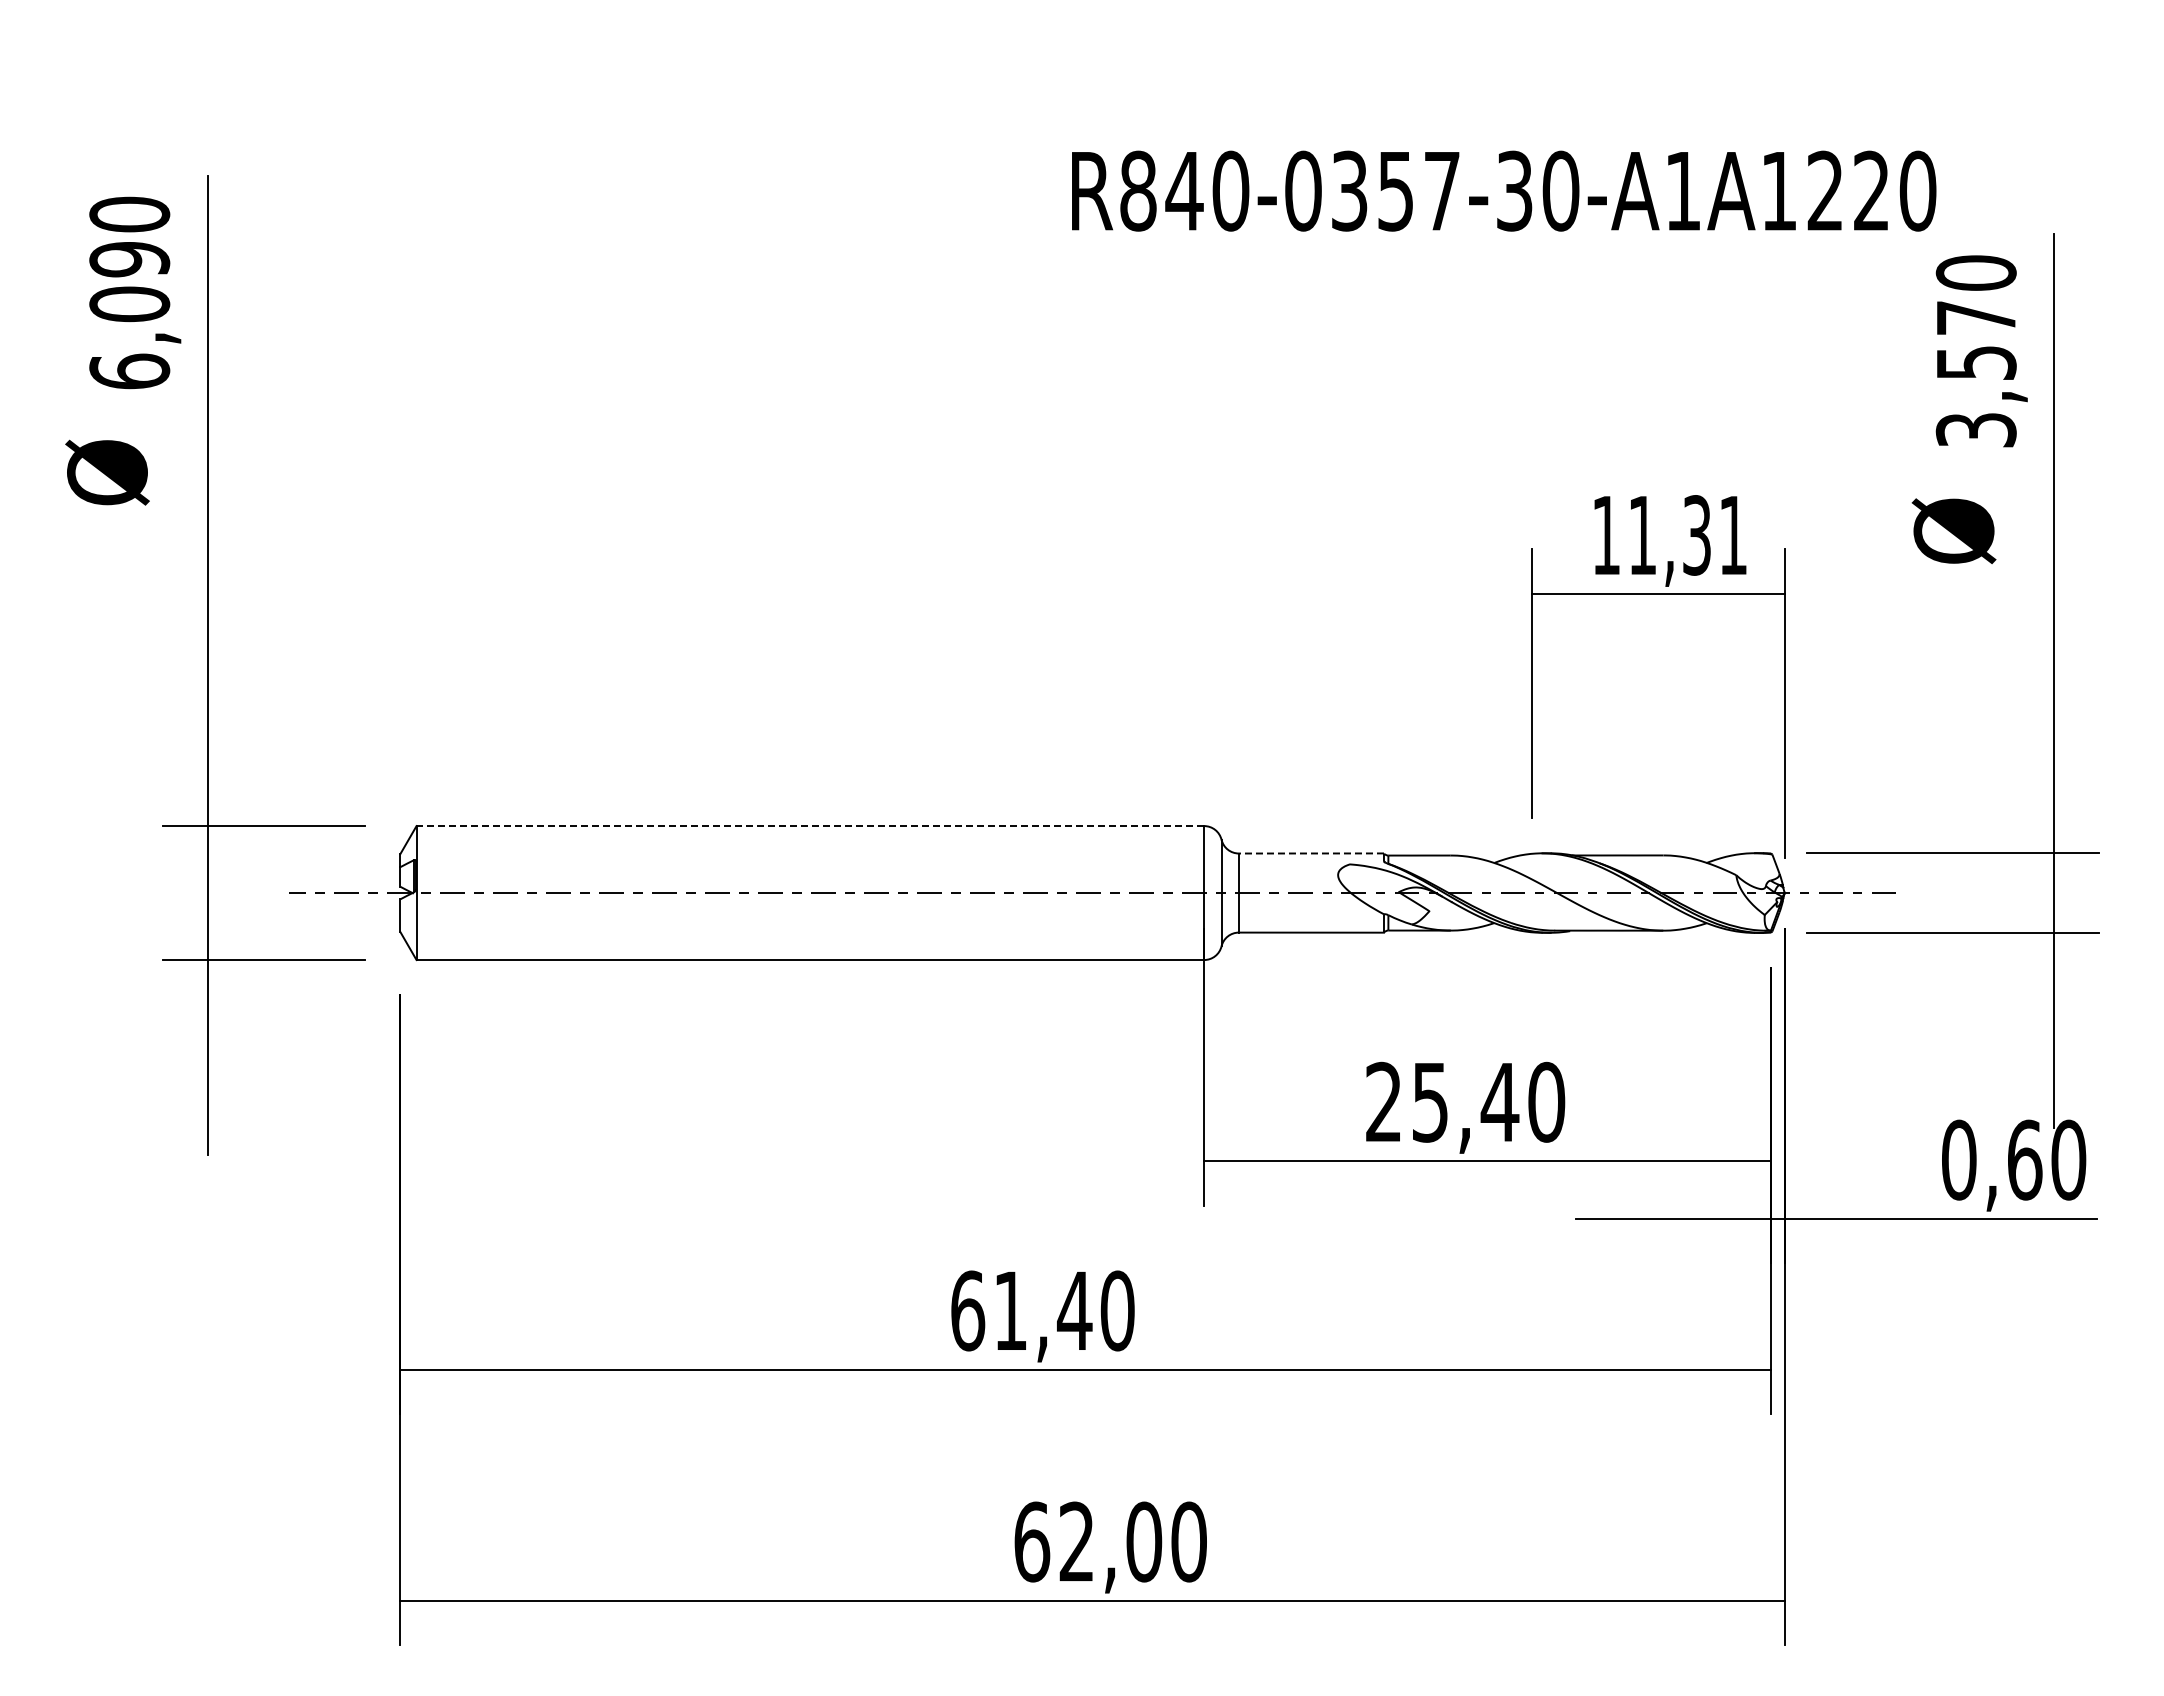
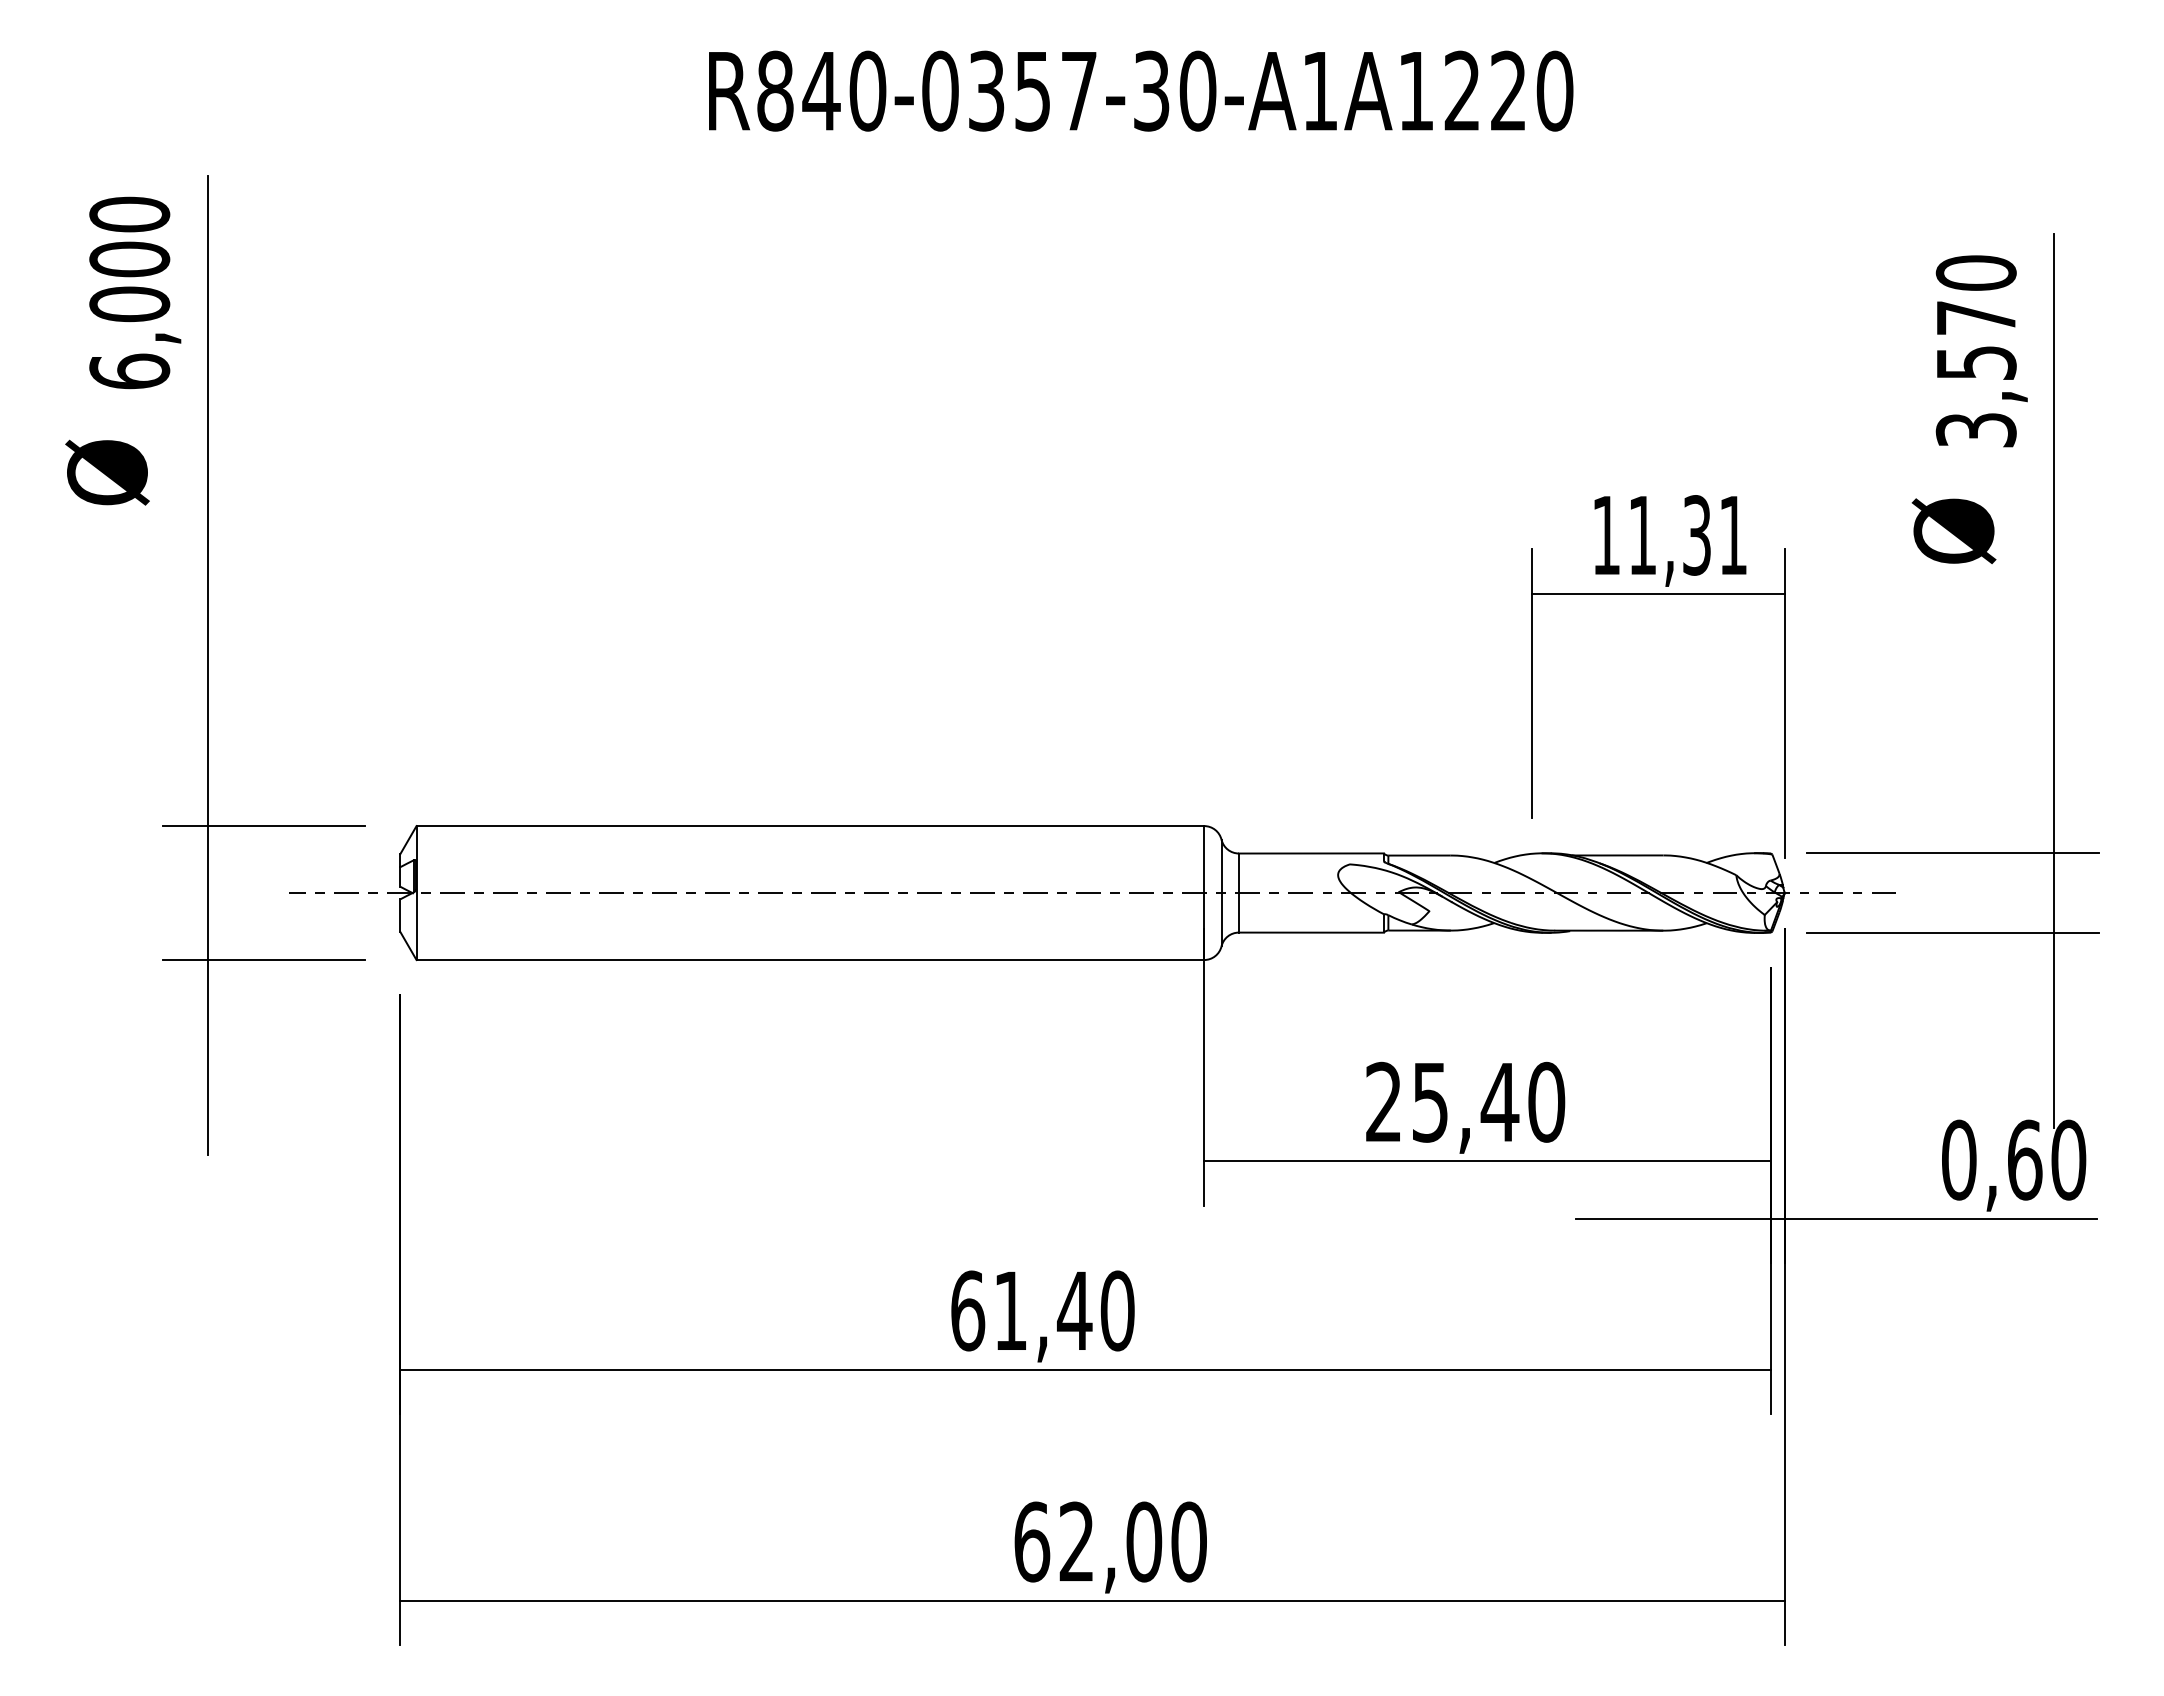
text at (1504, 190) position: (1504, 190) -> (1141, 90)
text at (129, 259): 6,090 -> 6,000
line at (810, 826): dashed -> solid
line at (1311, 853): dashed -> solid
